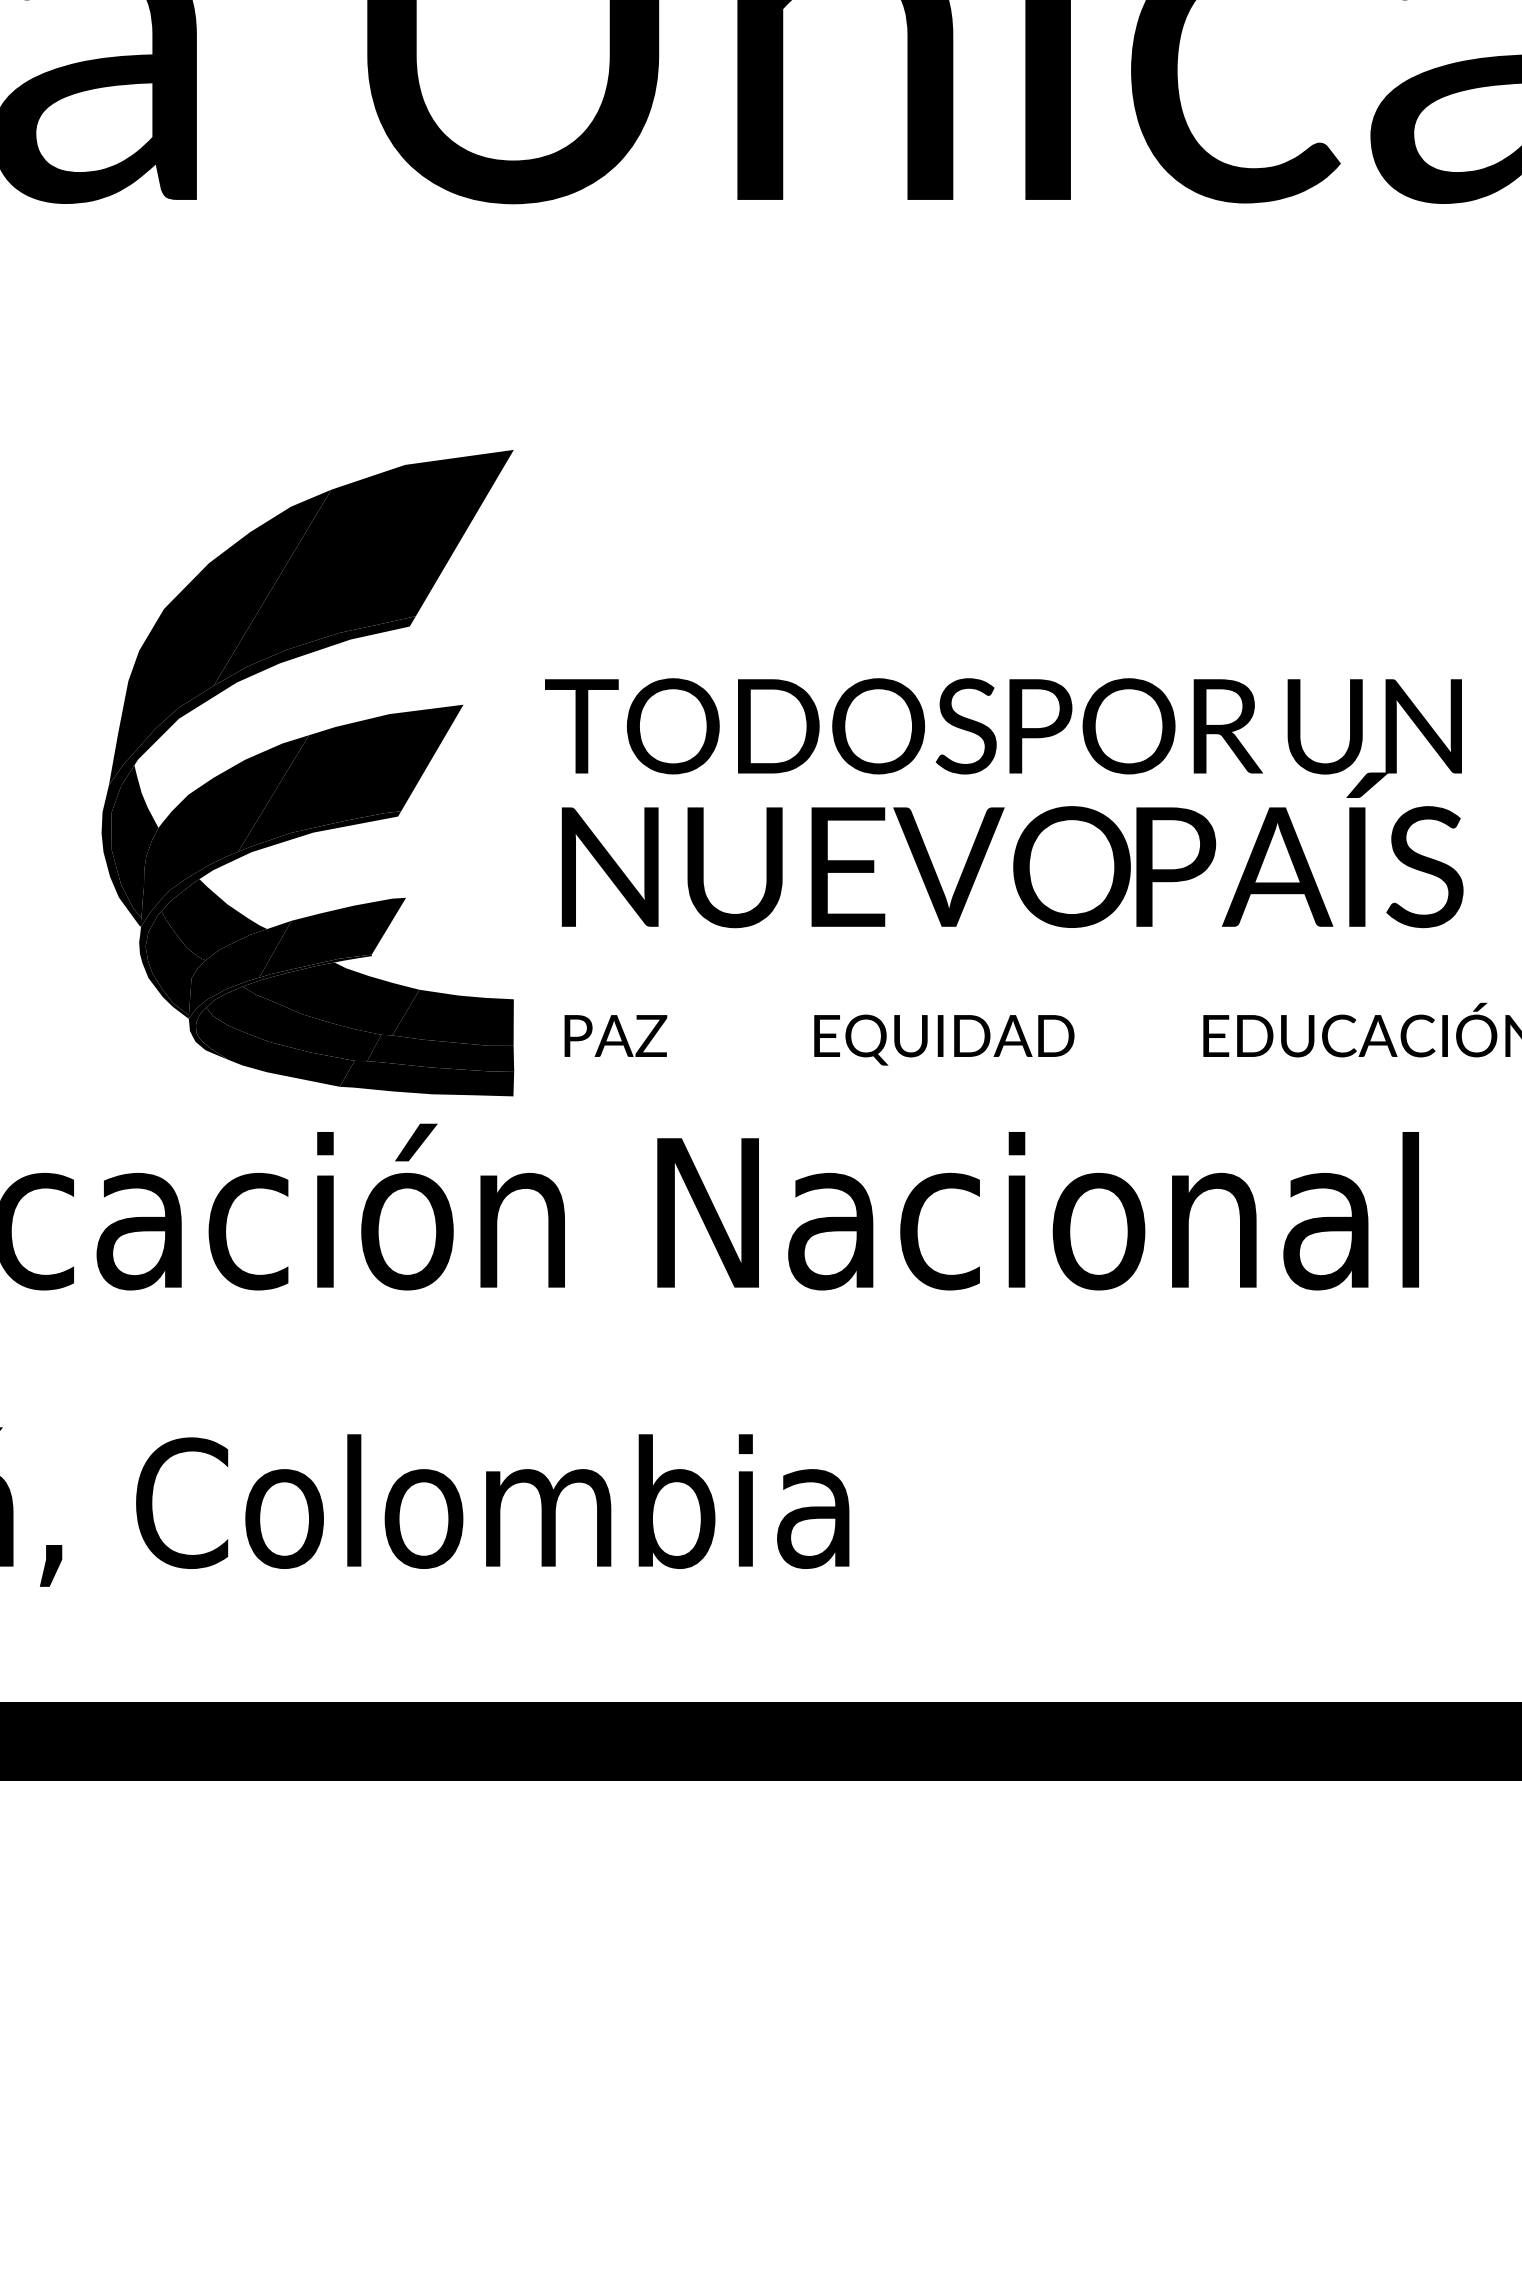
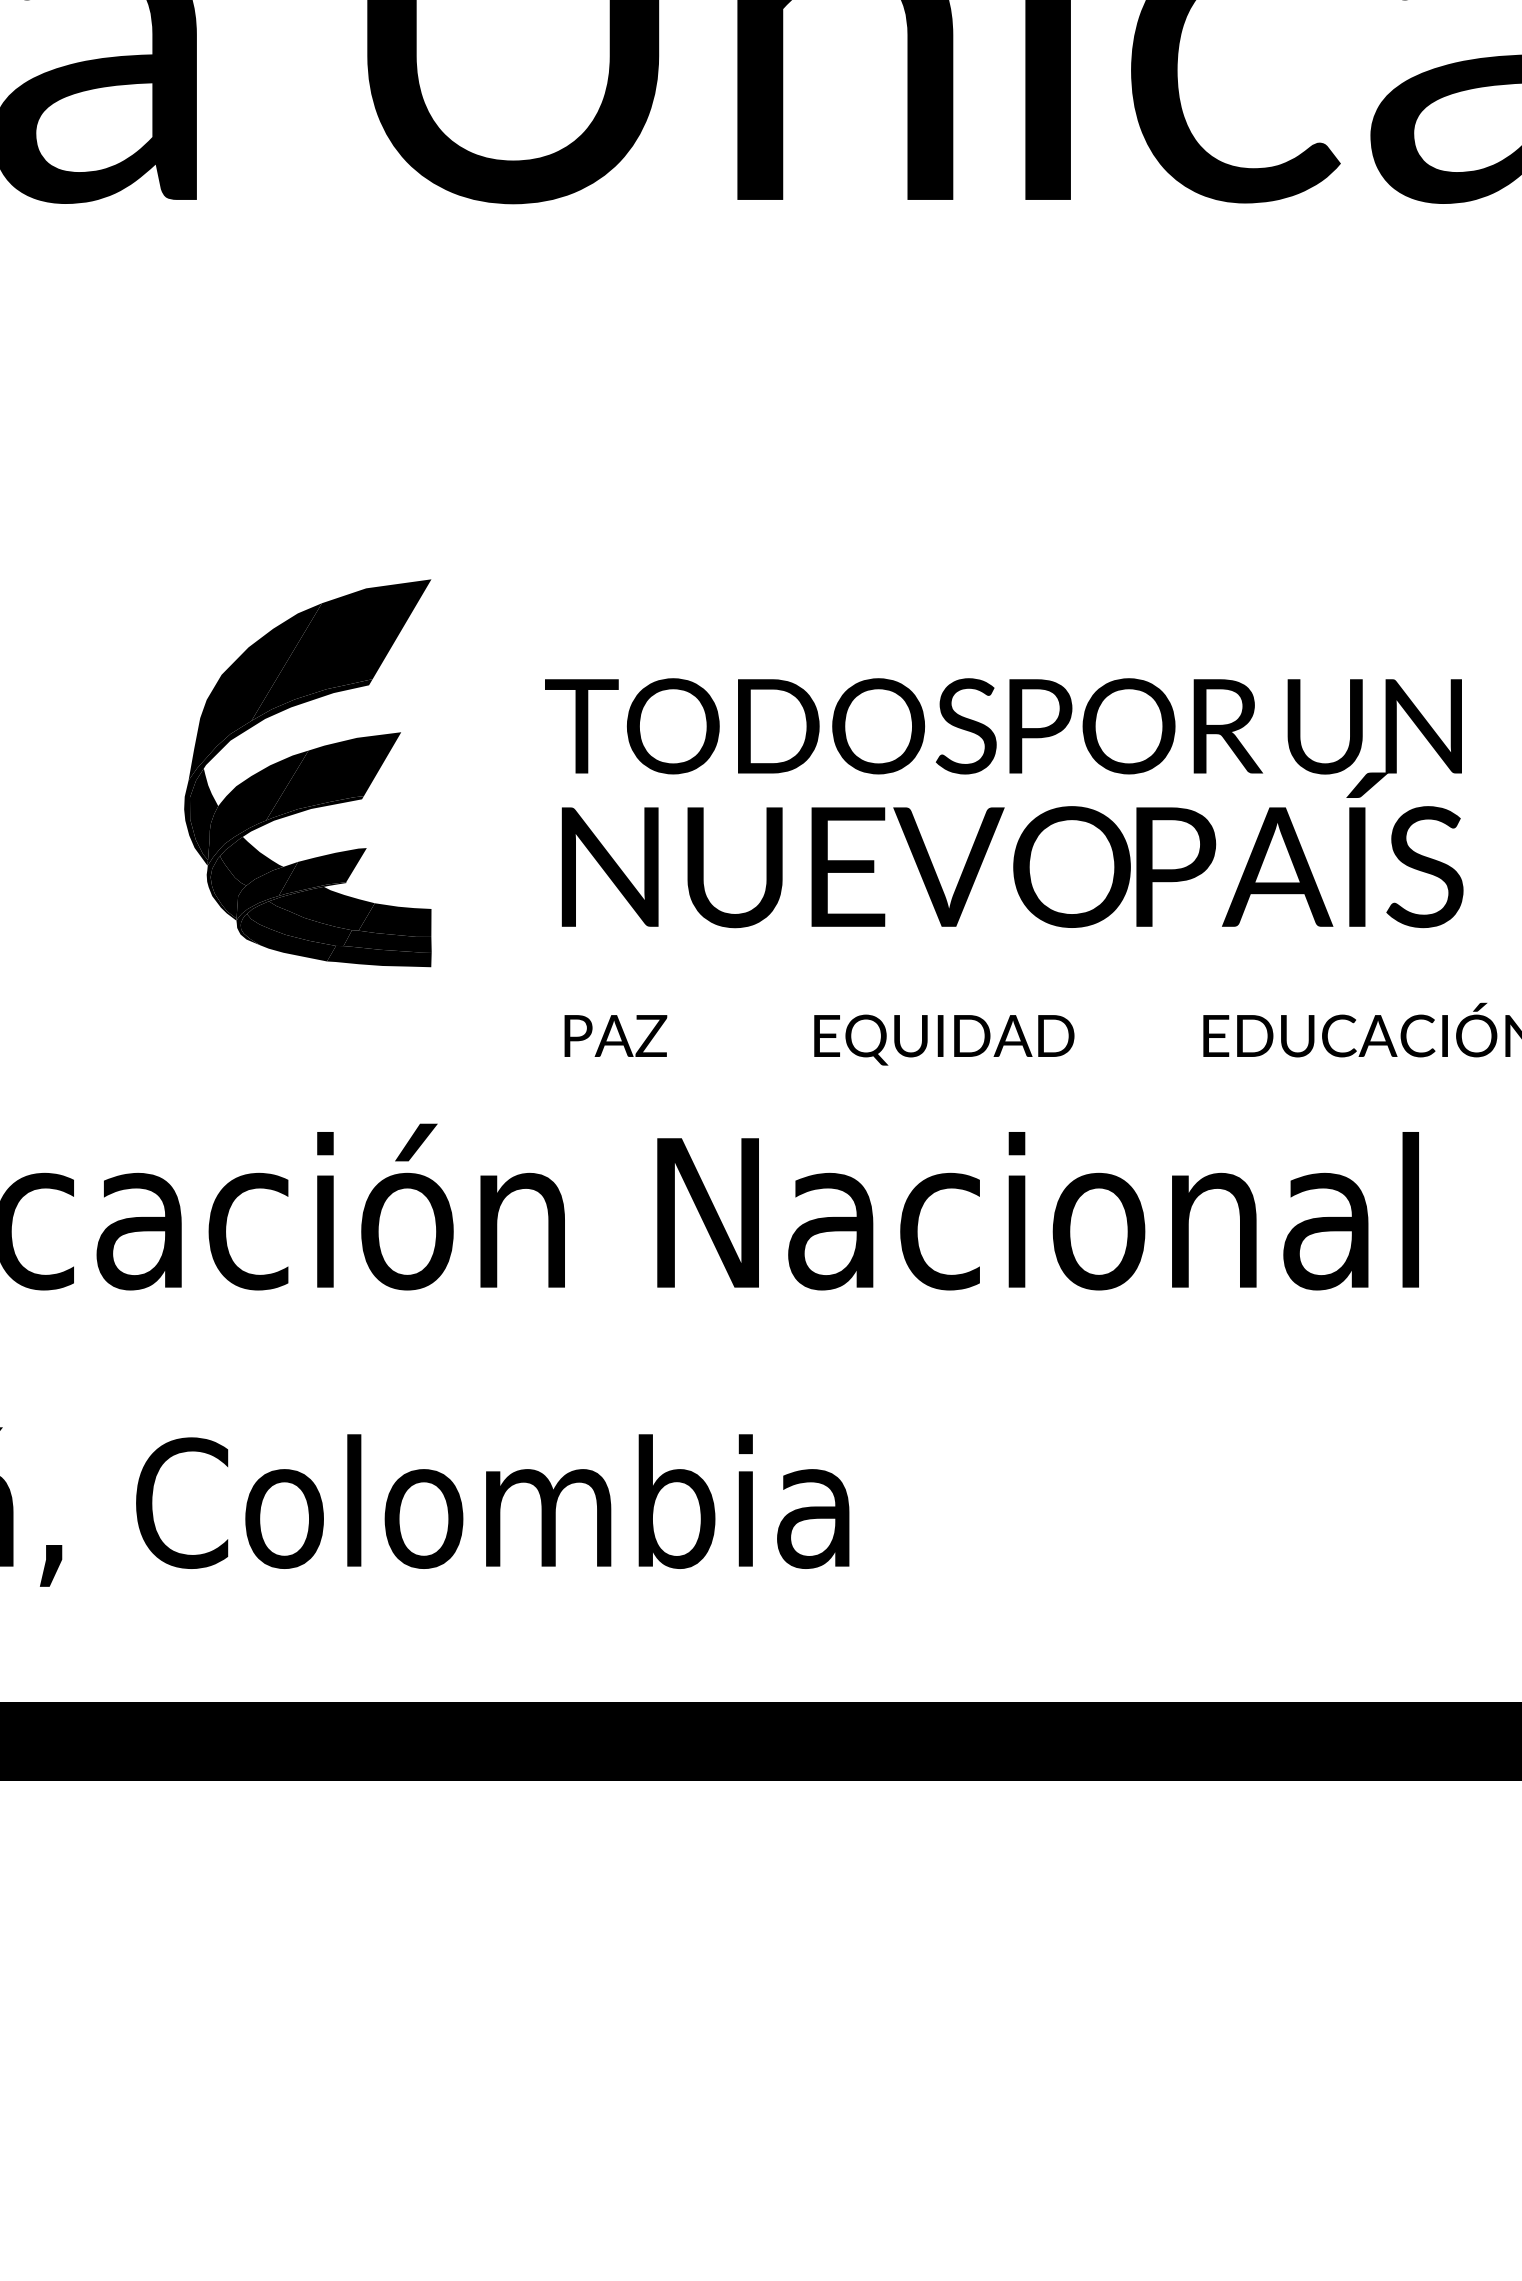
part at (307, 773) size: 414x647 px -> 248x389 px
